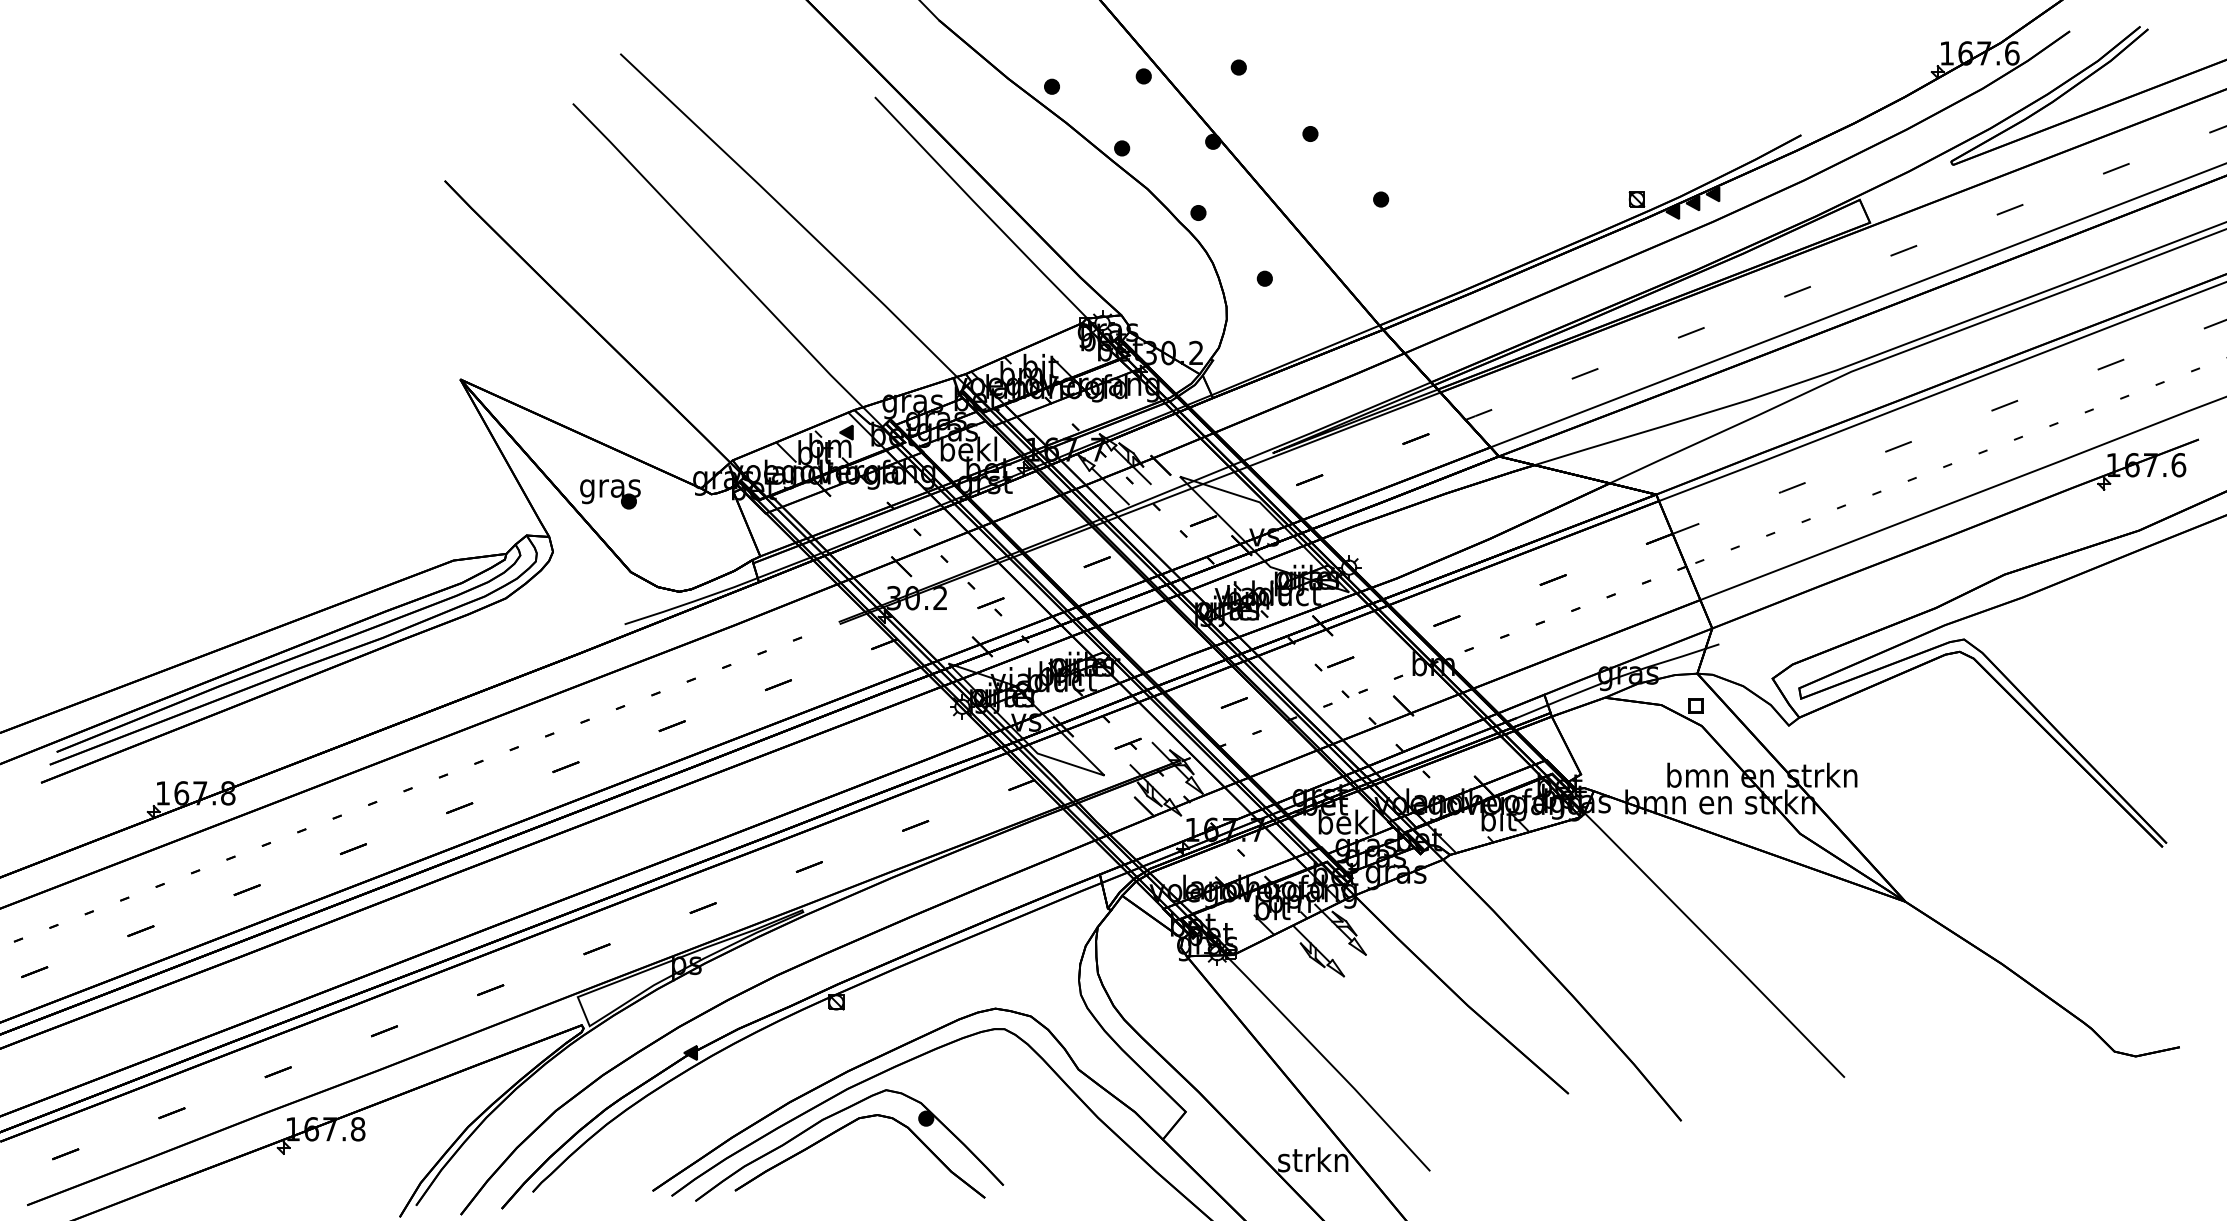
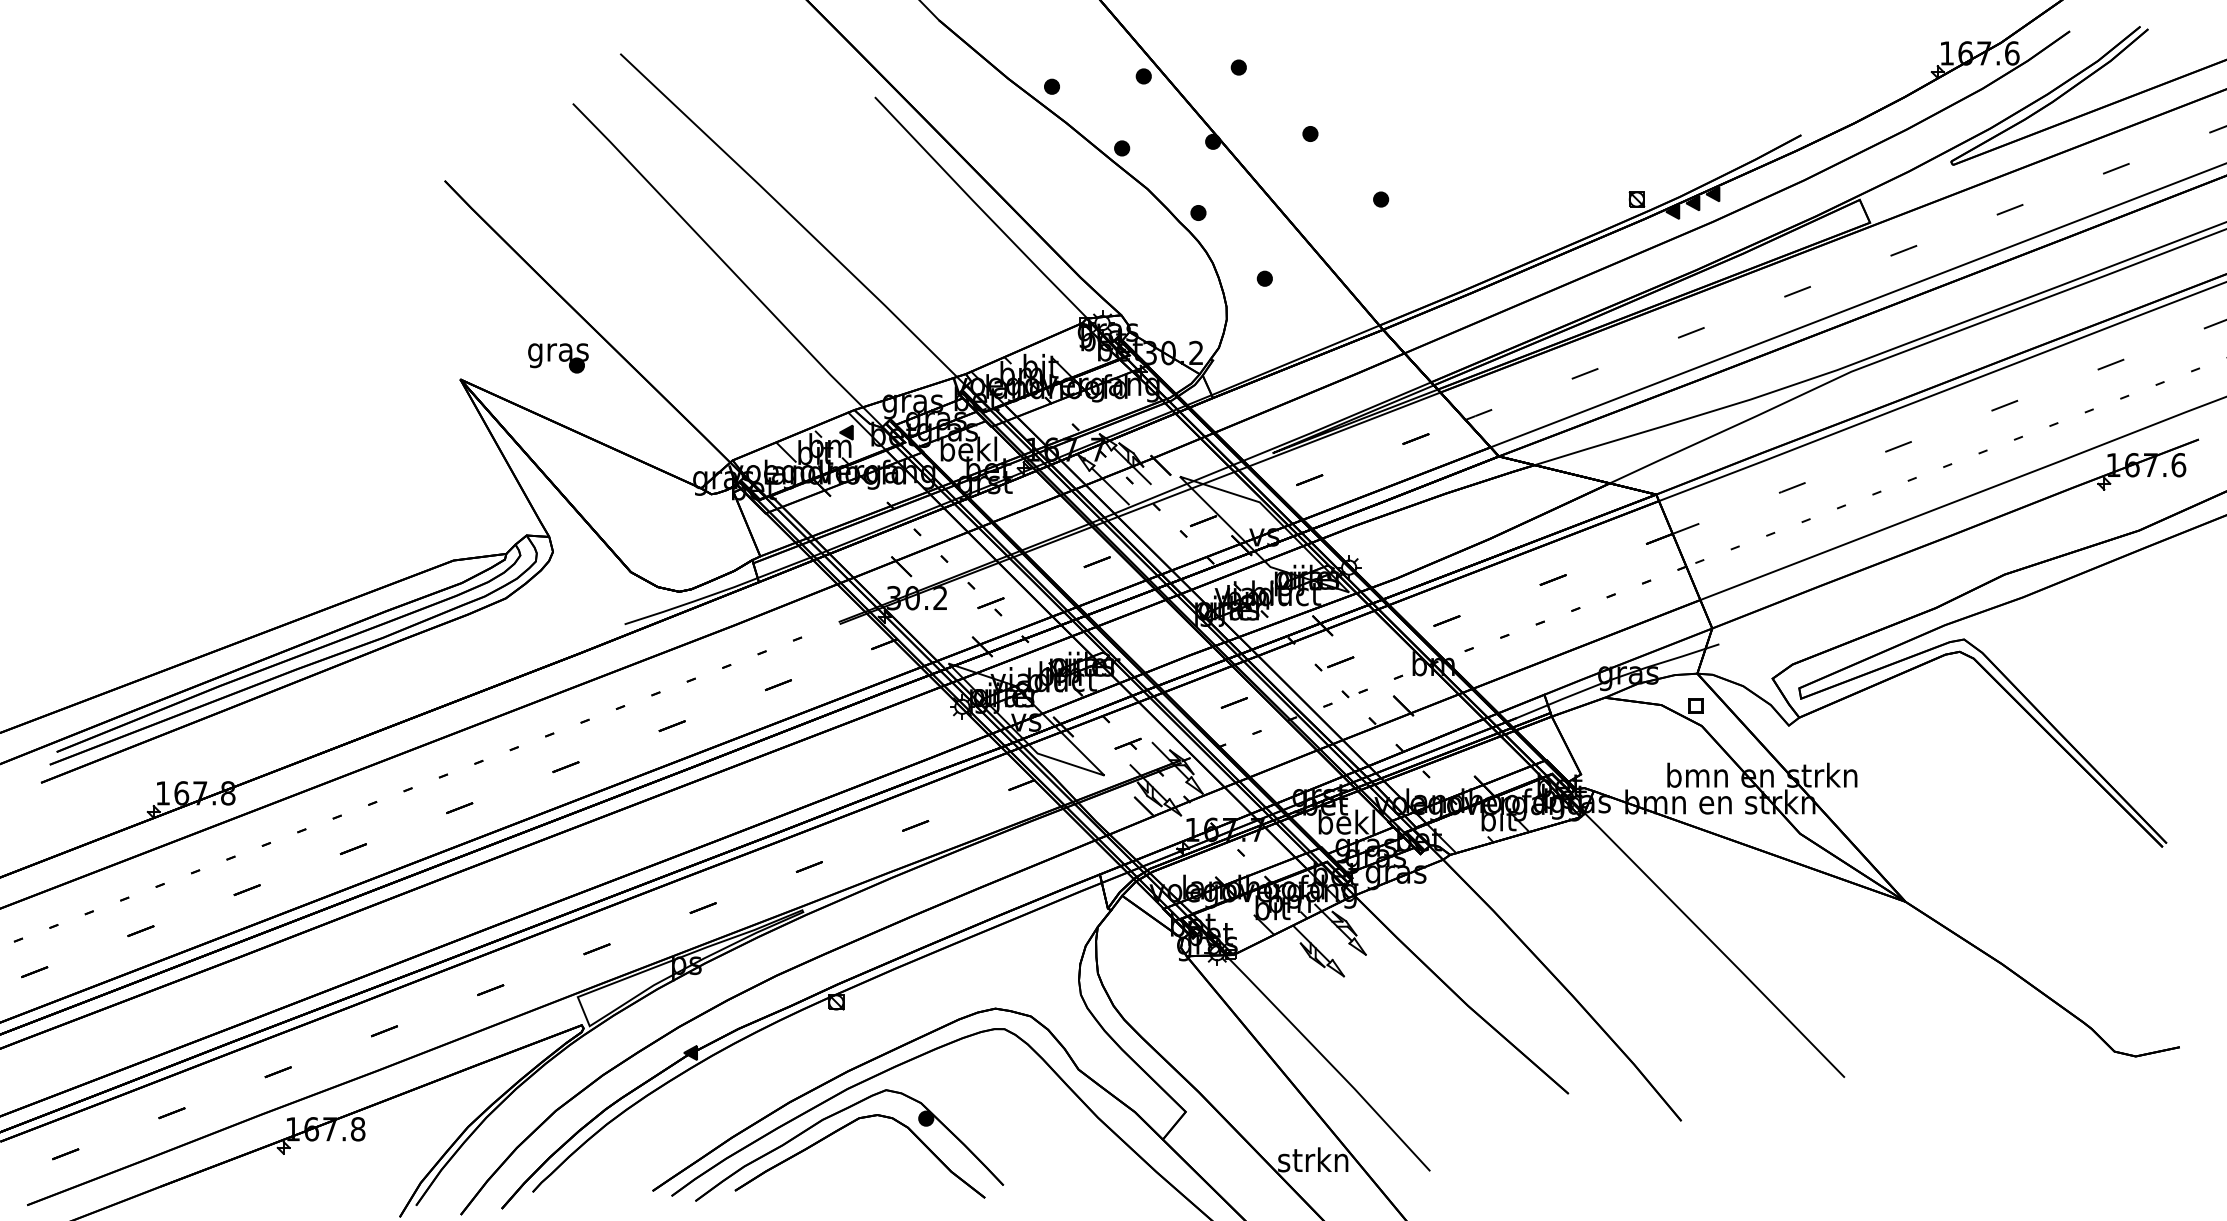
part at (610, 494) position: (610, 494) -> (558, 358)
